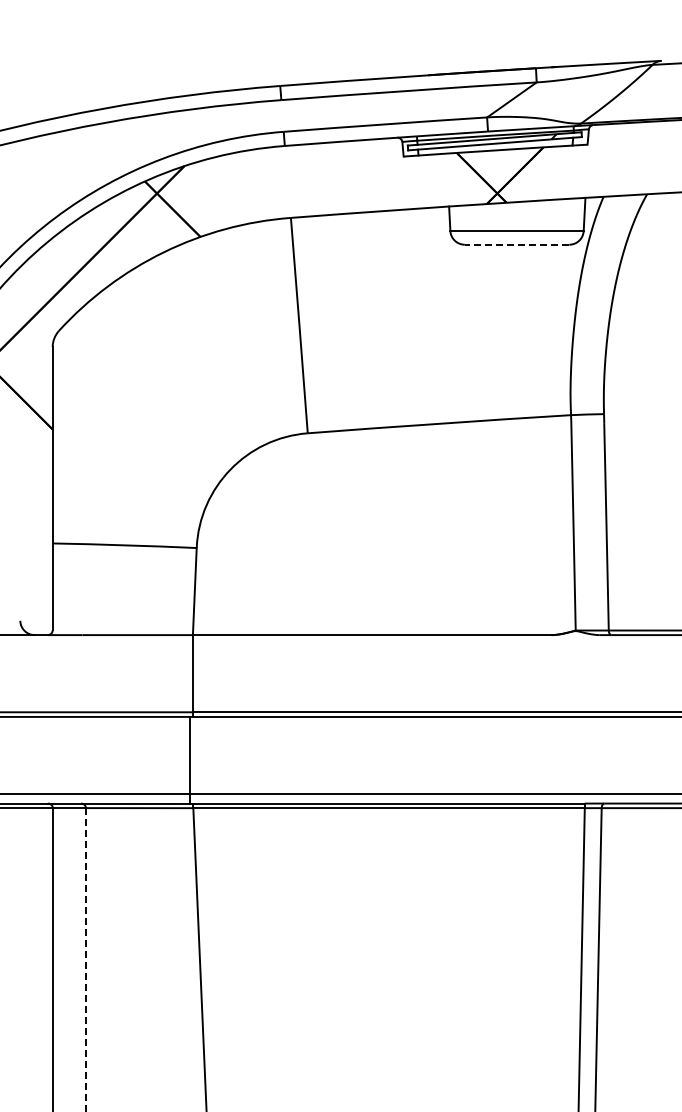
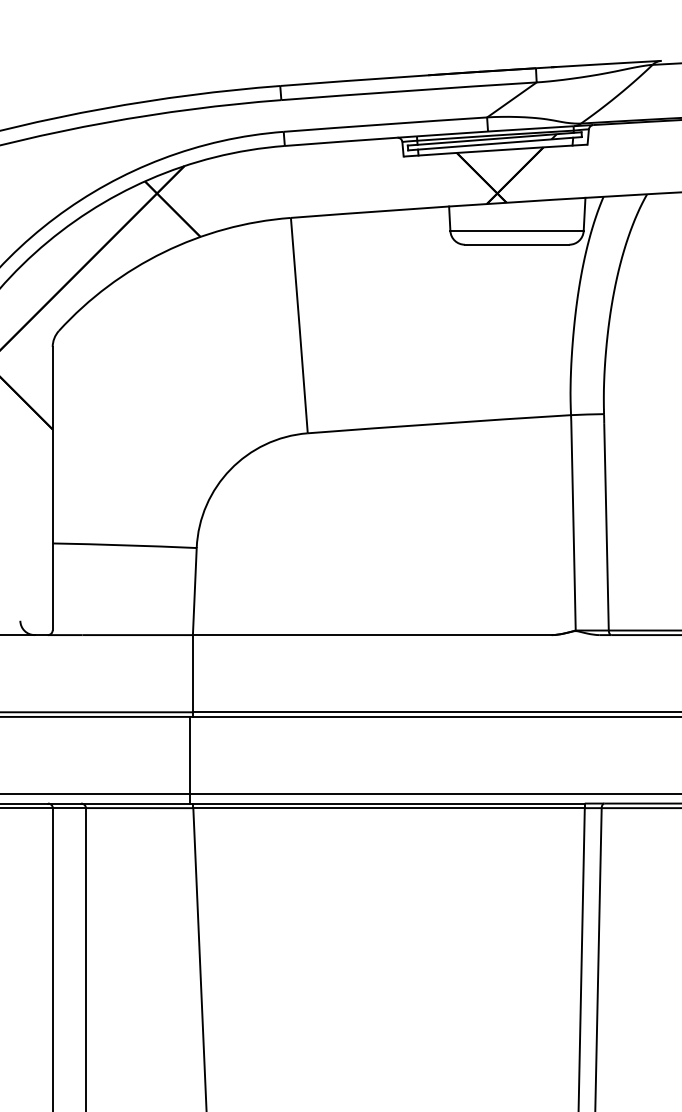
line at (516, 244): dashed -> solid
line at (86, 959): dashed -> solid
